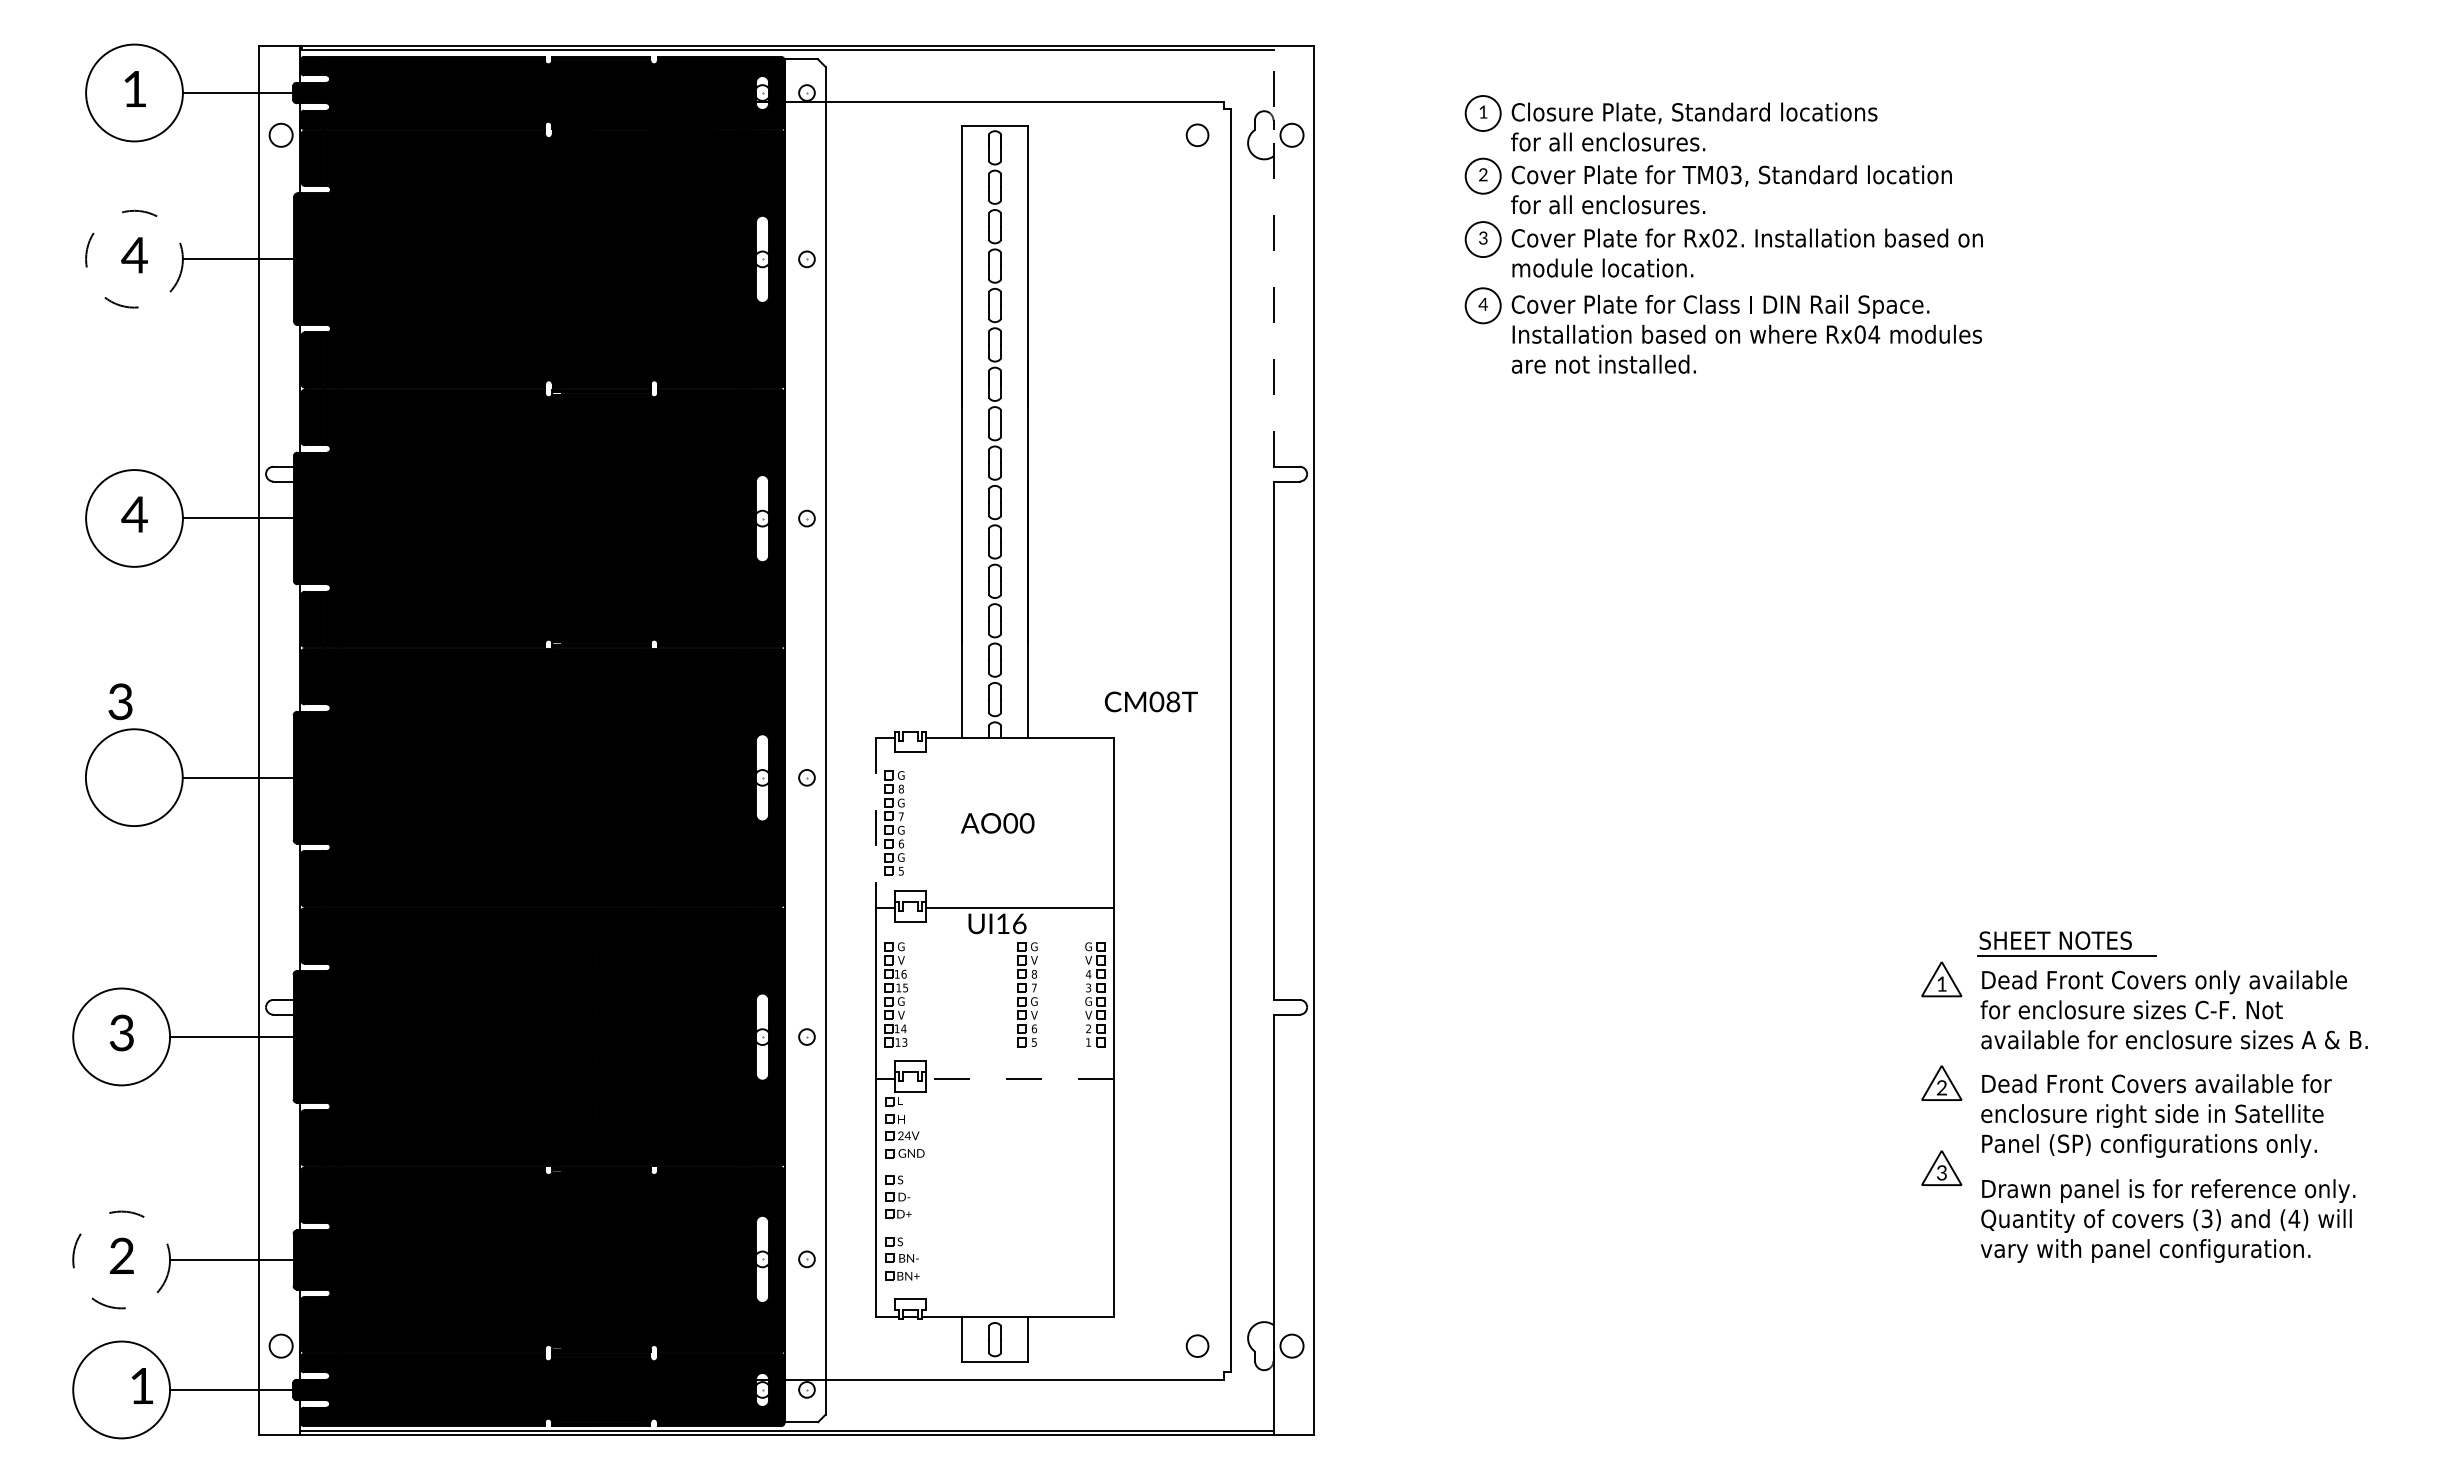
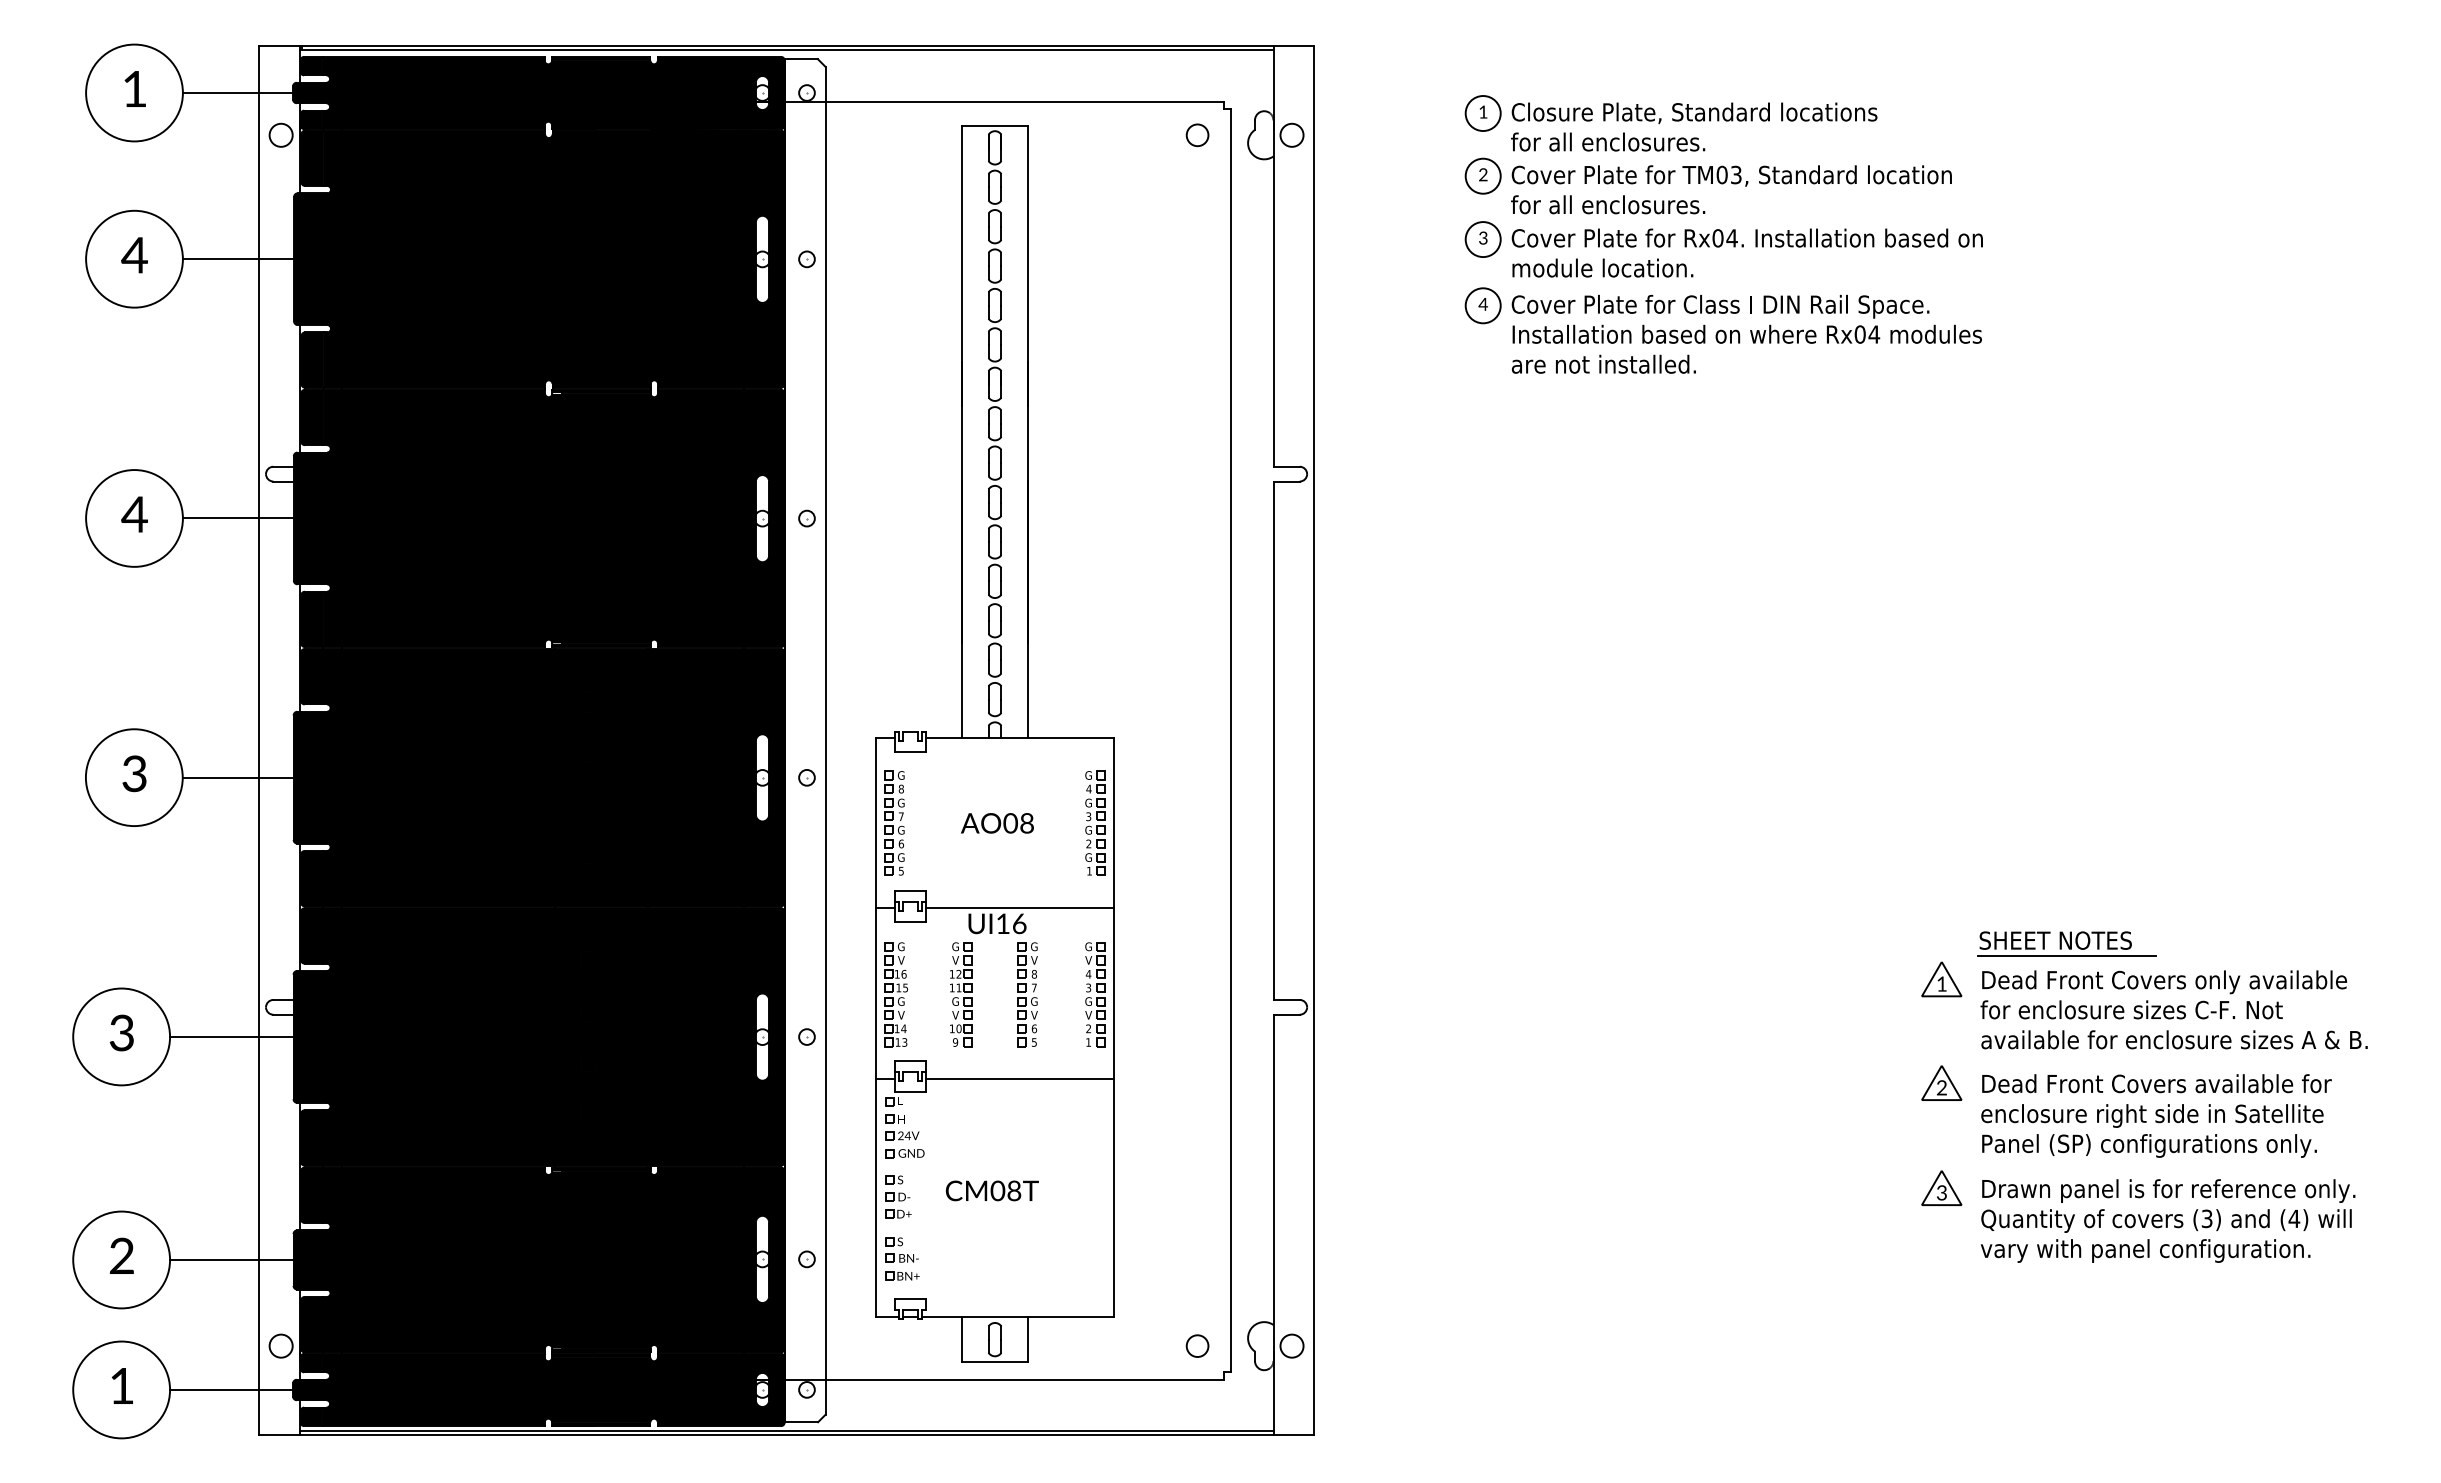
text at (1731, 238): Rx02. -> Rx04.
line at (1273, 256): dashed -> solid
circle at (134, 258): dashed -> solid
text at (120, 701) position: (120, 701) -> (134, 773)
text at (1151, 701) position: (1151, 701) -> (992, 1190)
part at (1095, 822): none -> present
line at (875, 823): dashed -> solid
text at (1026, 823): AO00 -> AO08
part at (961, 994): none -> present
line at (1019, 1078): dashed -> solid
part at (1941, 1167) position: (1941, 1167) -> (1941, 1187)
circle at (121, 1259): dashed -> solid
text at (141, 1385) position: (141, 1385) -> (121, 1385)
